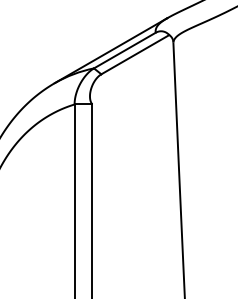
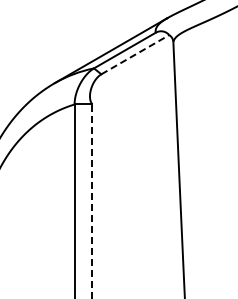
line at (135, 54): solid -> dashed
line at (92, 201): solid -> dashed
